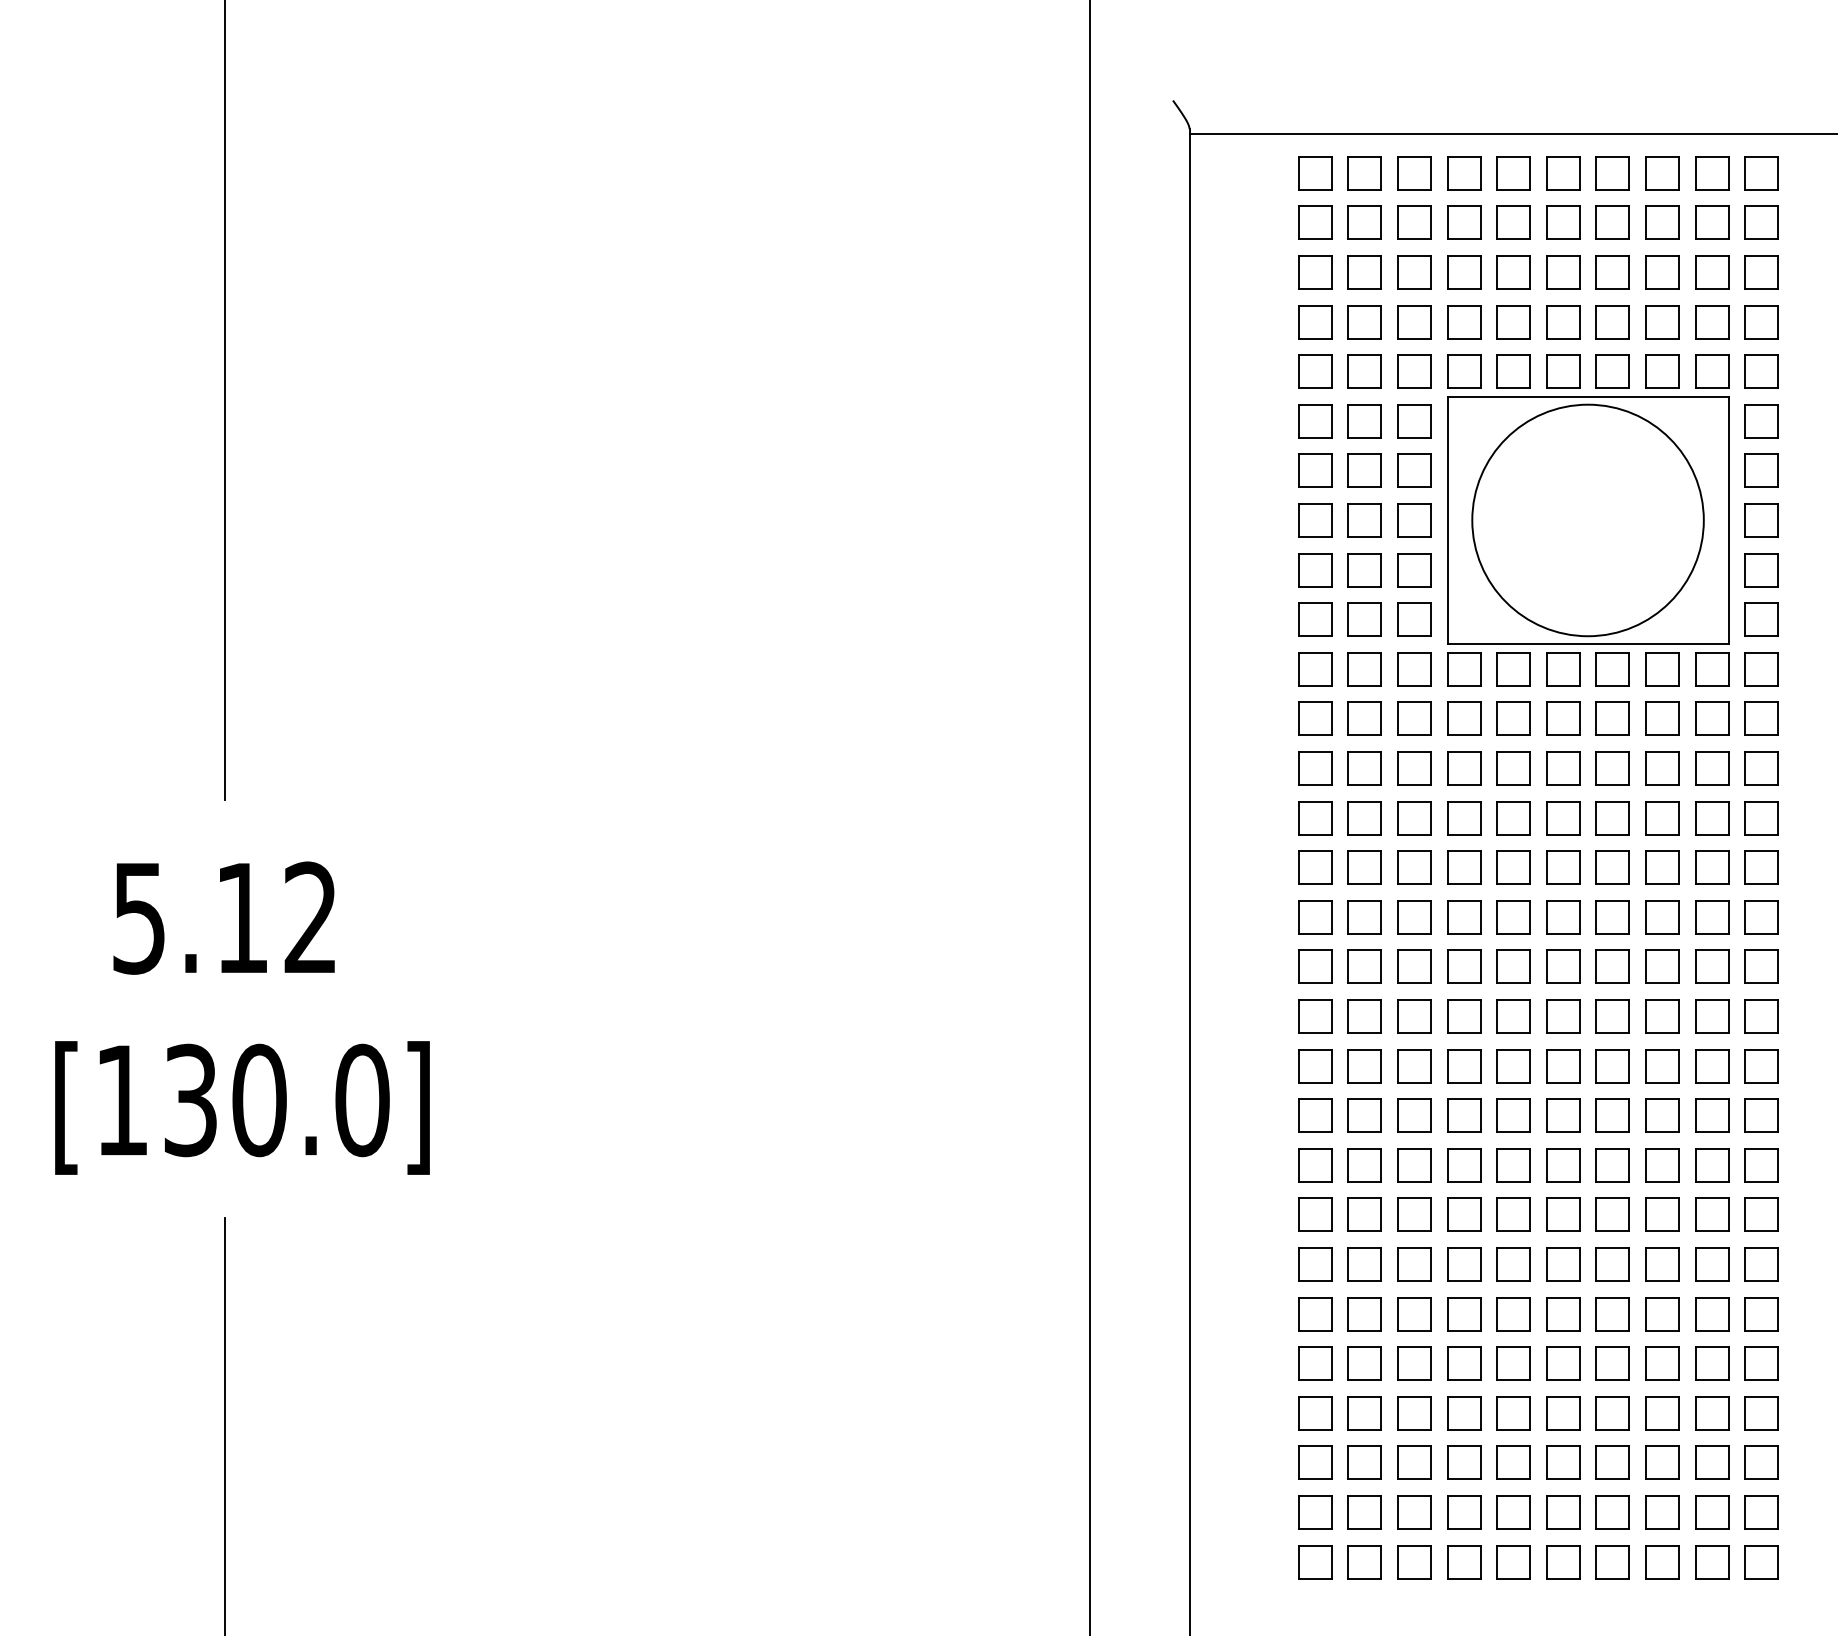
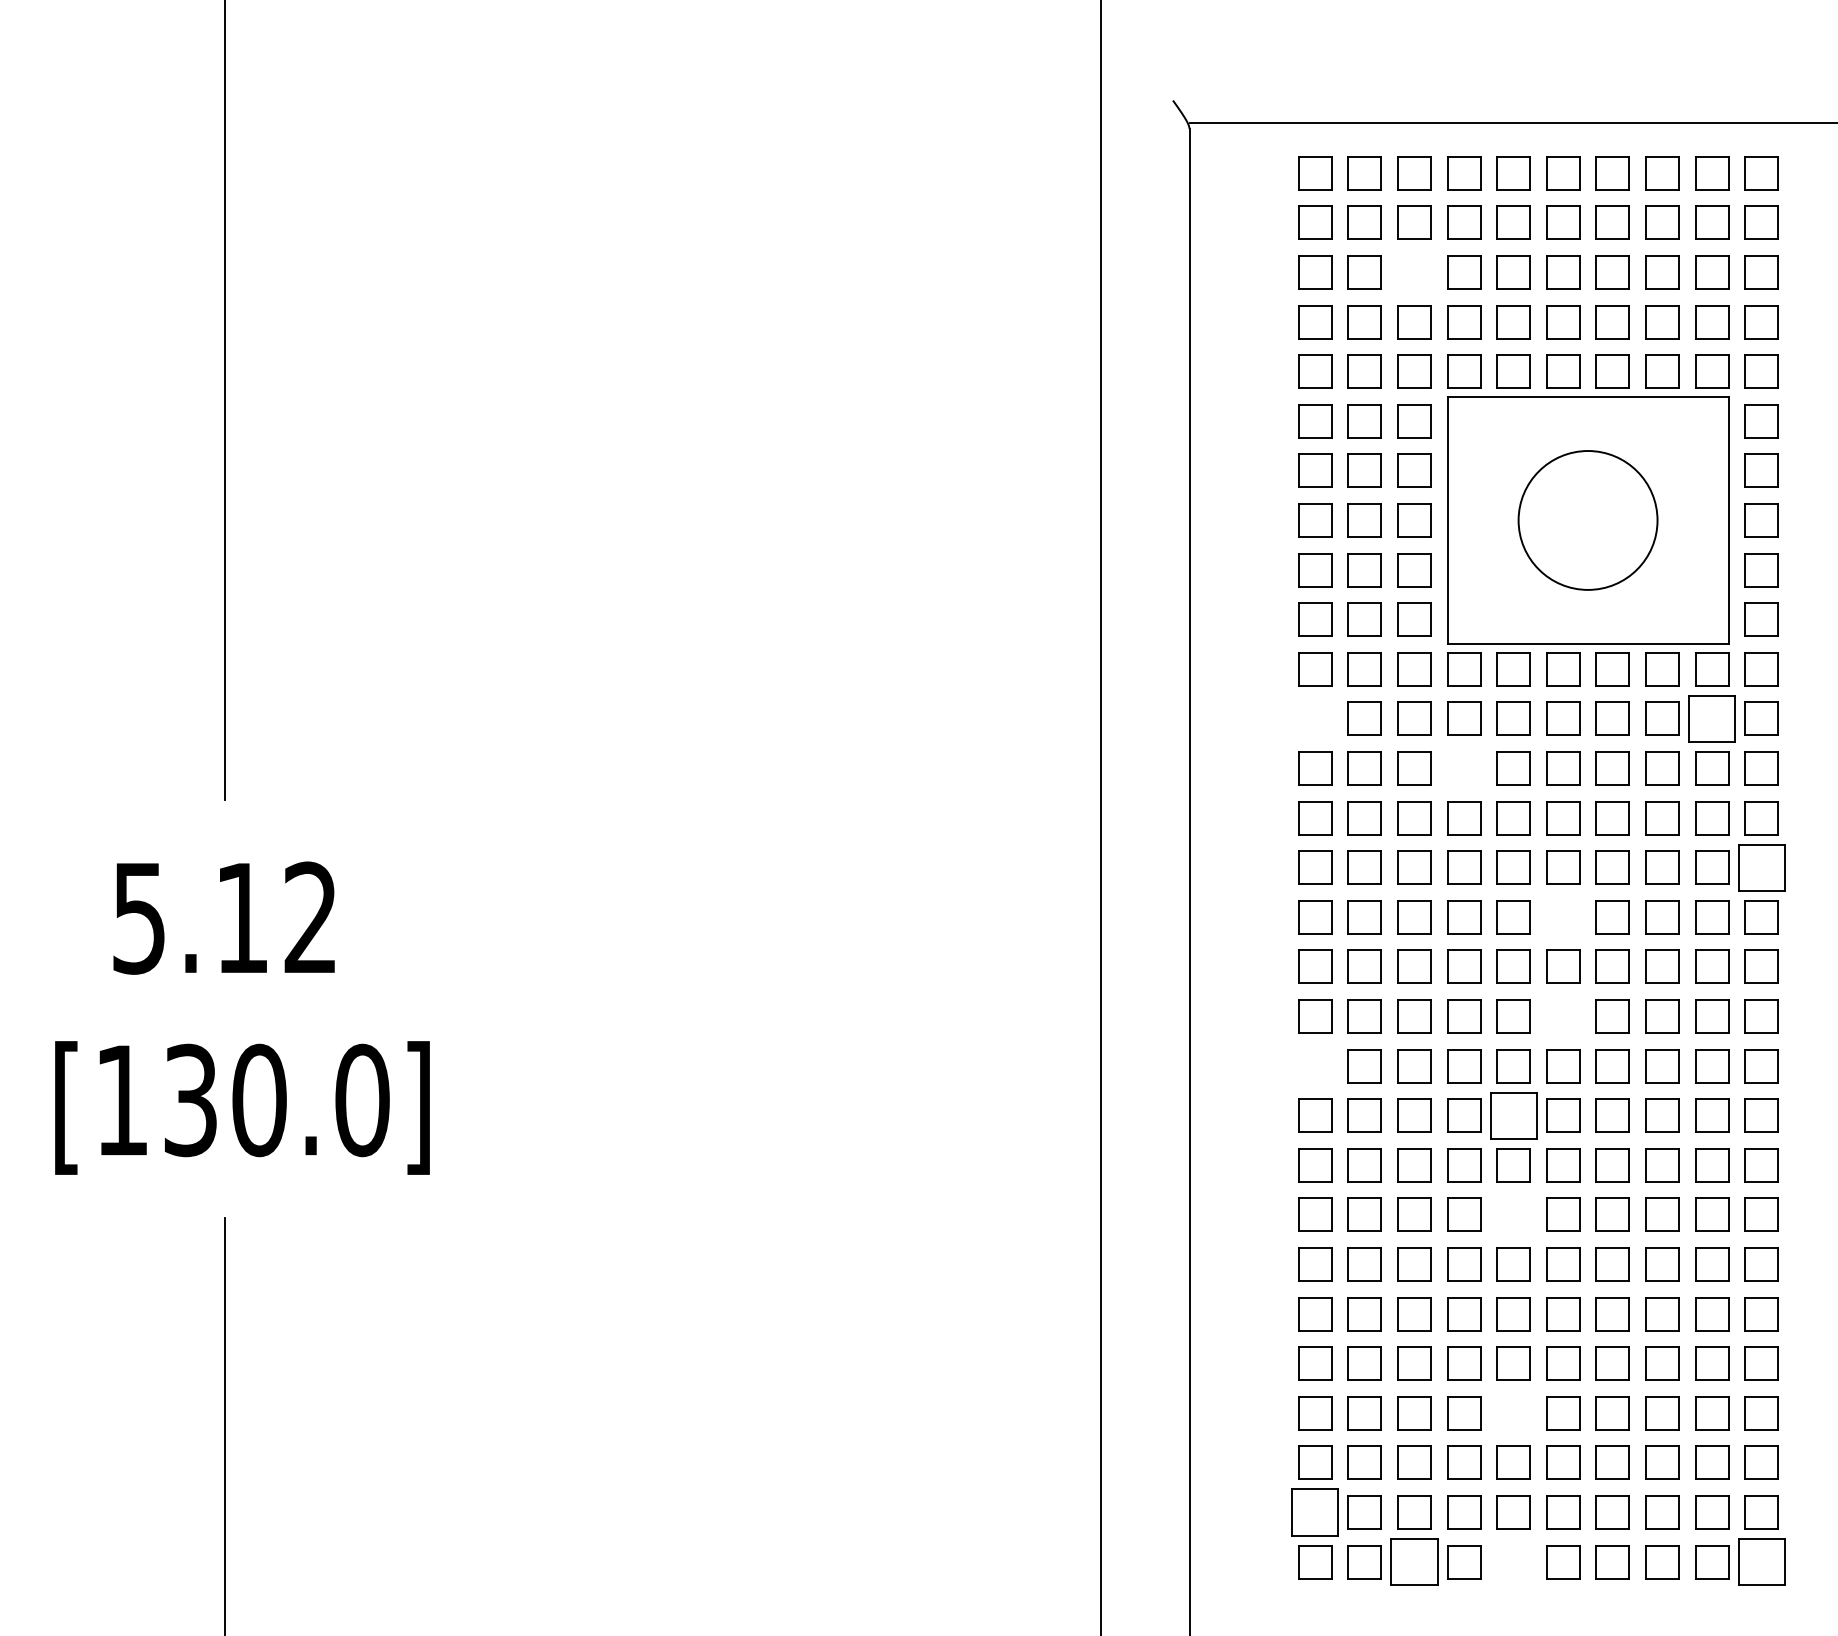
line at (1511, 133) position: (1511, 133) -> (1511, 122)
part at (1414, 272): present -> none
circle at (1587, 520) diameter: 232 px -> 139 px
part at (1315, 718): present -> none
part at (1712, 718) size: 35x35 px -> 48x48 px
part at (1464, 768): present -> none
line at (1090, 817) position: (1090, 817) -> (1101, 817)
part at (1761, 867) size: 35x35 px -> 48x48 px
part at (1563, 917): present -> none
part at (1563, 1016): present -> none
part at (1315, 1066): present -> none
part at (1513, 1115) size: 35x35 px -> 48x48 px
part at (1513, 1214): present -> none
part at (1513, 1413): present -> none
part at (1315, 1512) size: 35x35 px -> 48x49 px
part at (1414, 1562) size: 35x35 px -> 49x48 px
part at (1513, 1562): present -> none
part at (1761, 1562) size: 35x35 px -> 48x48 px
